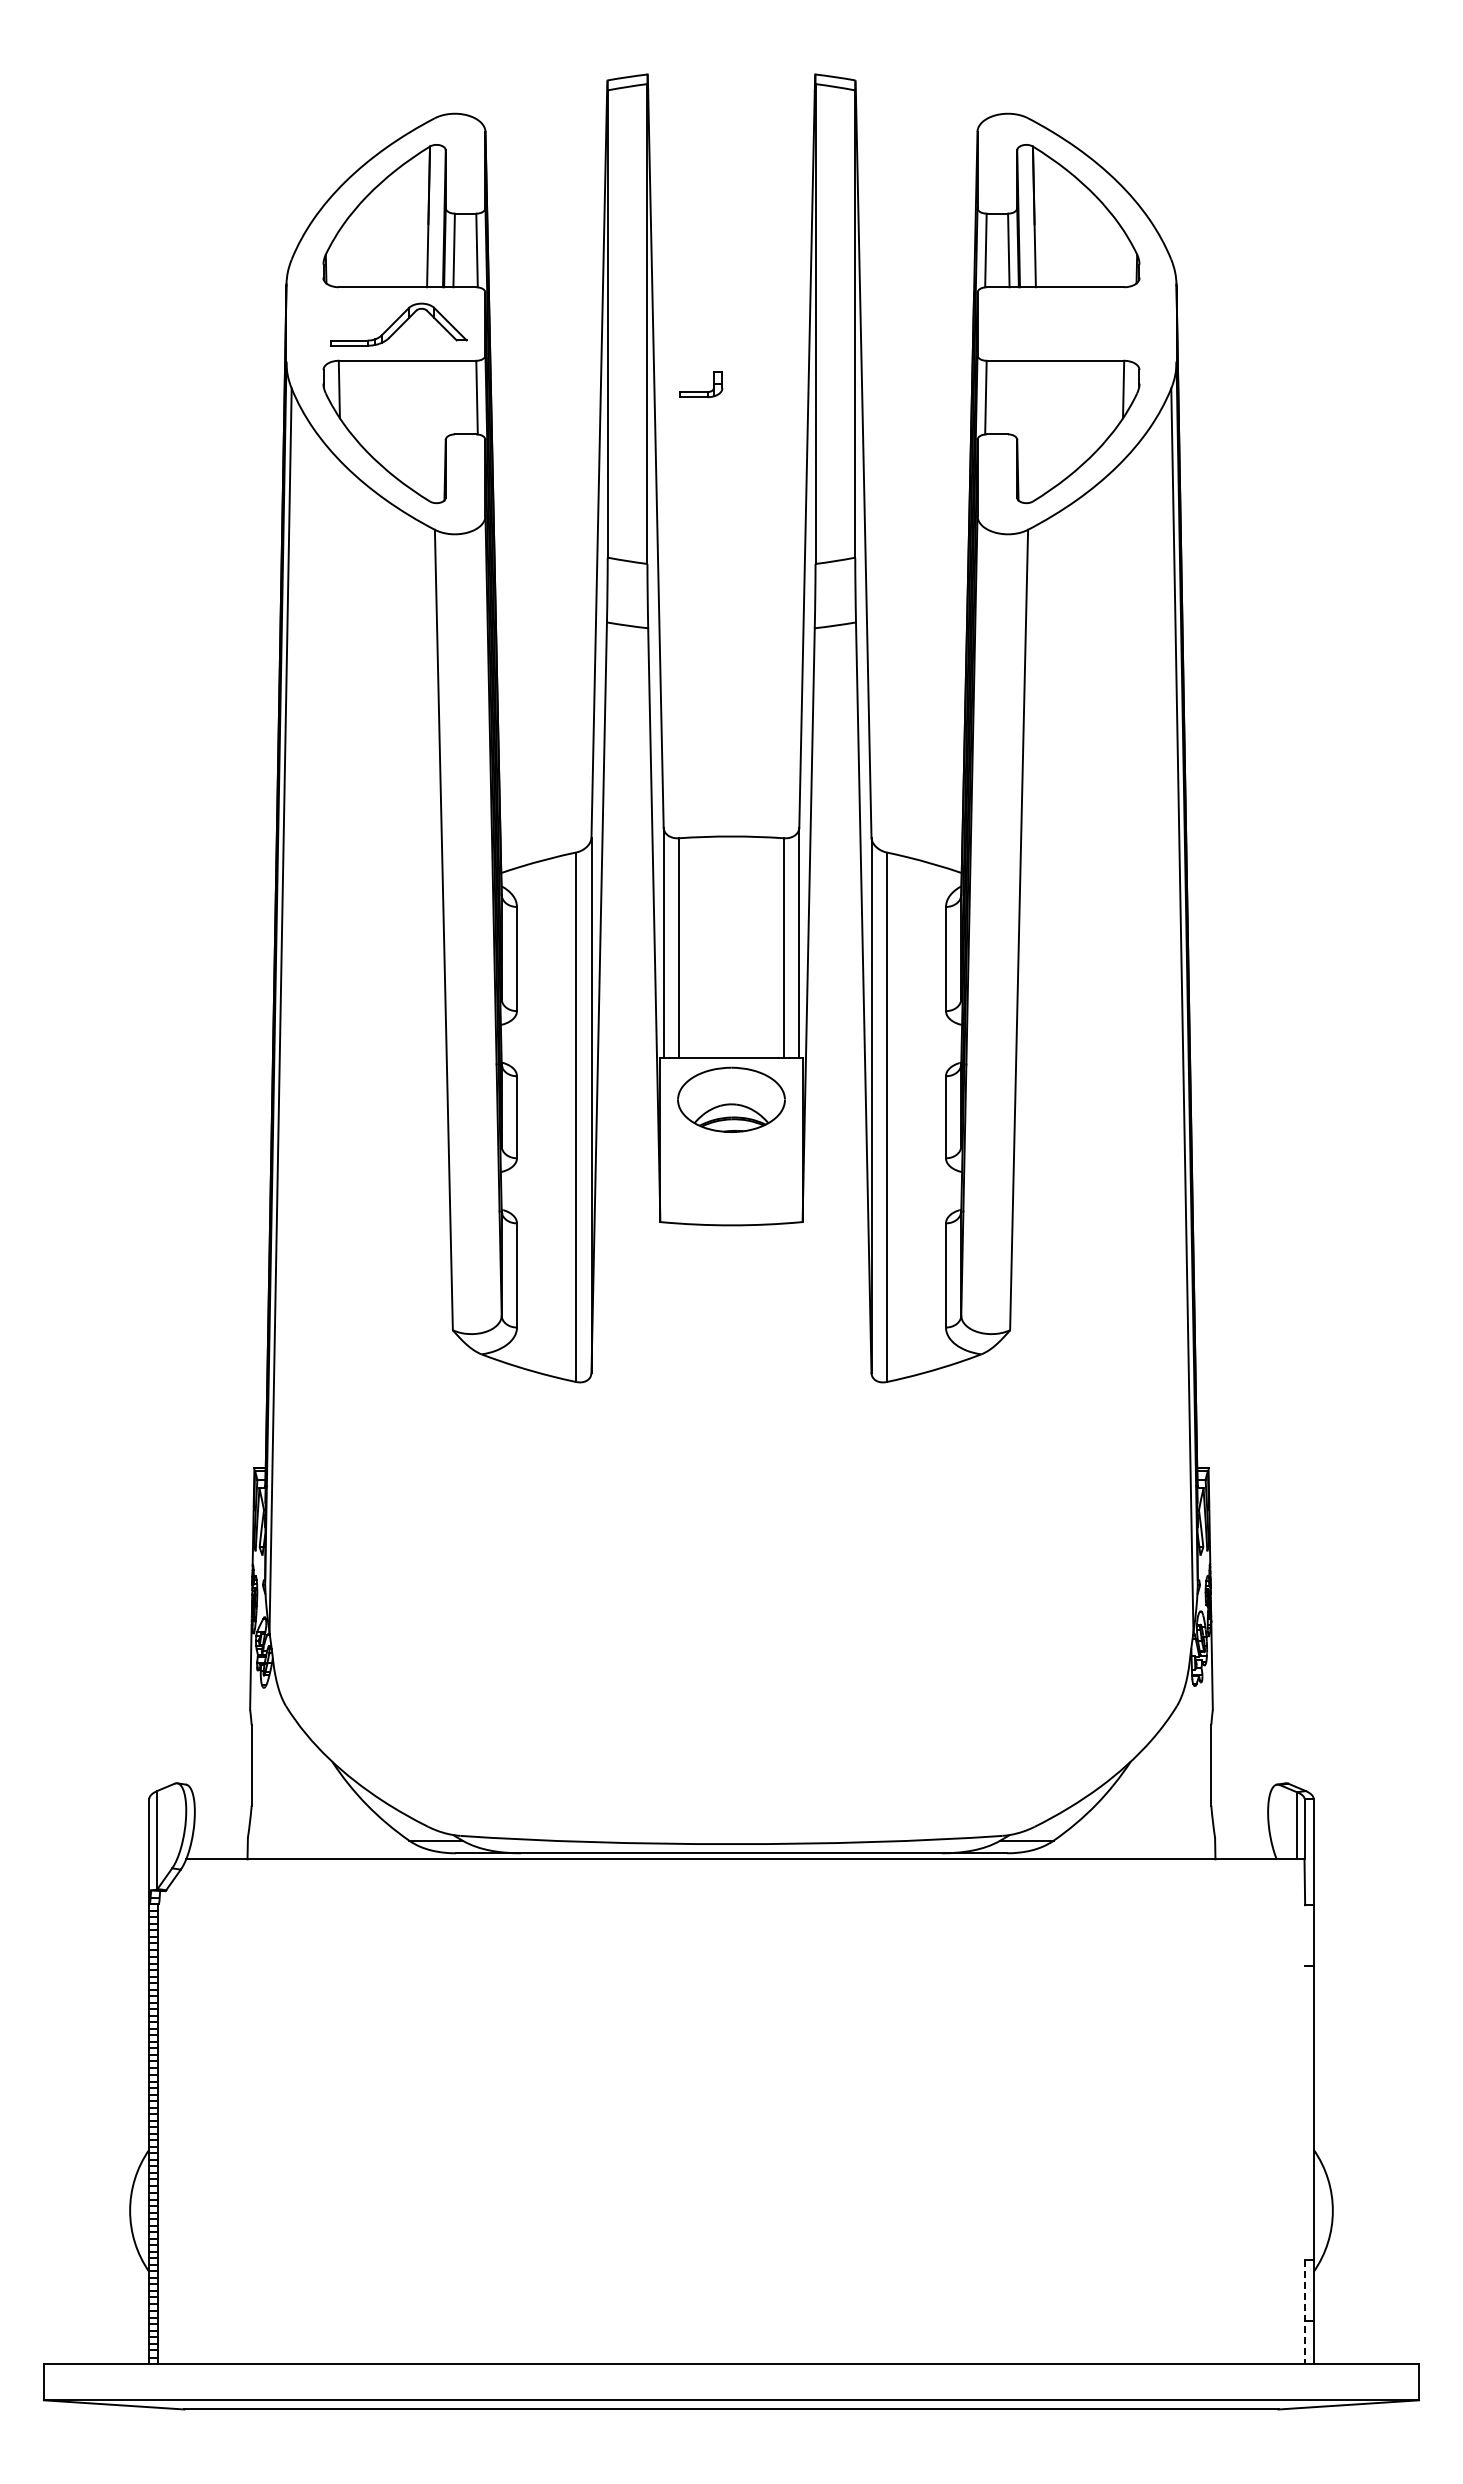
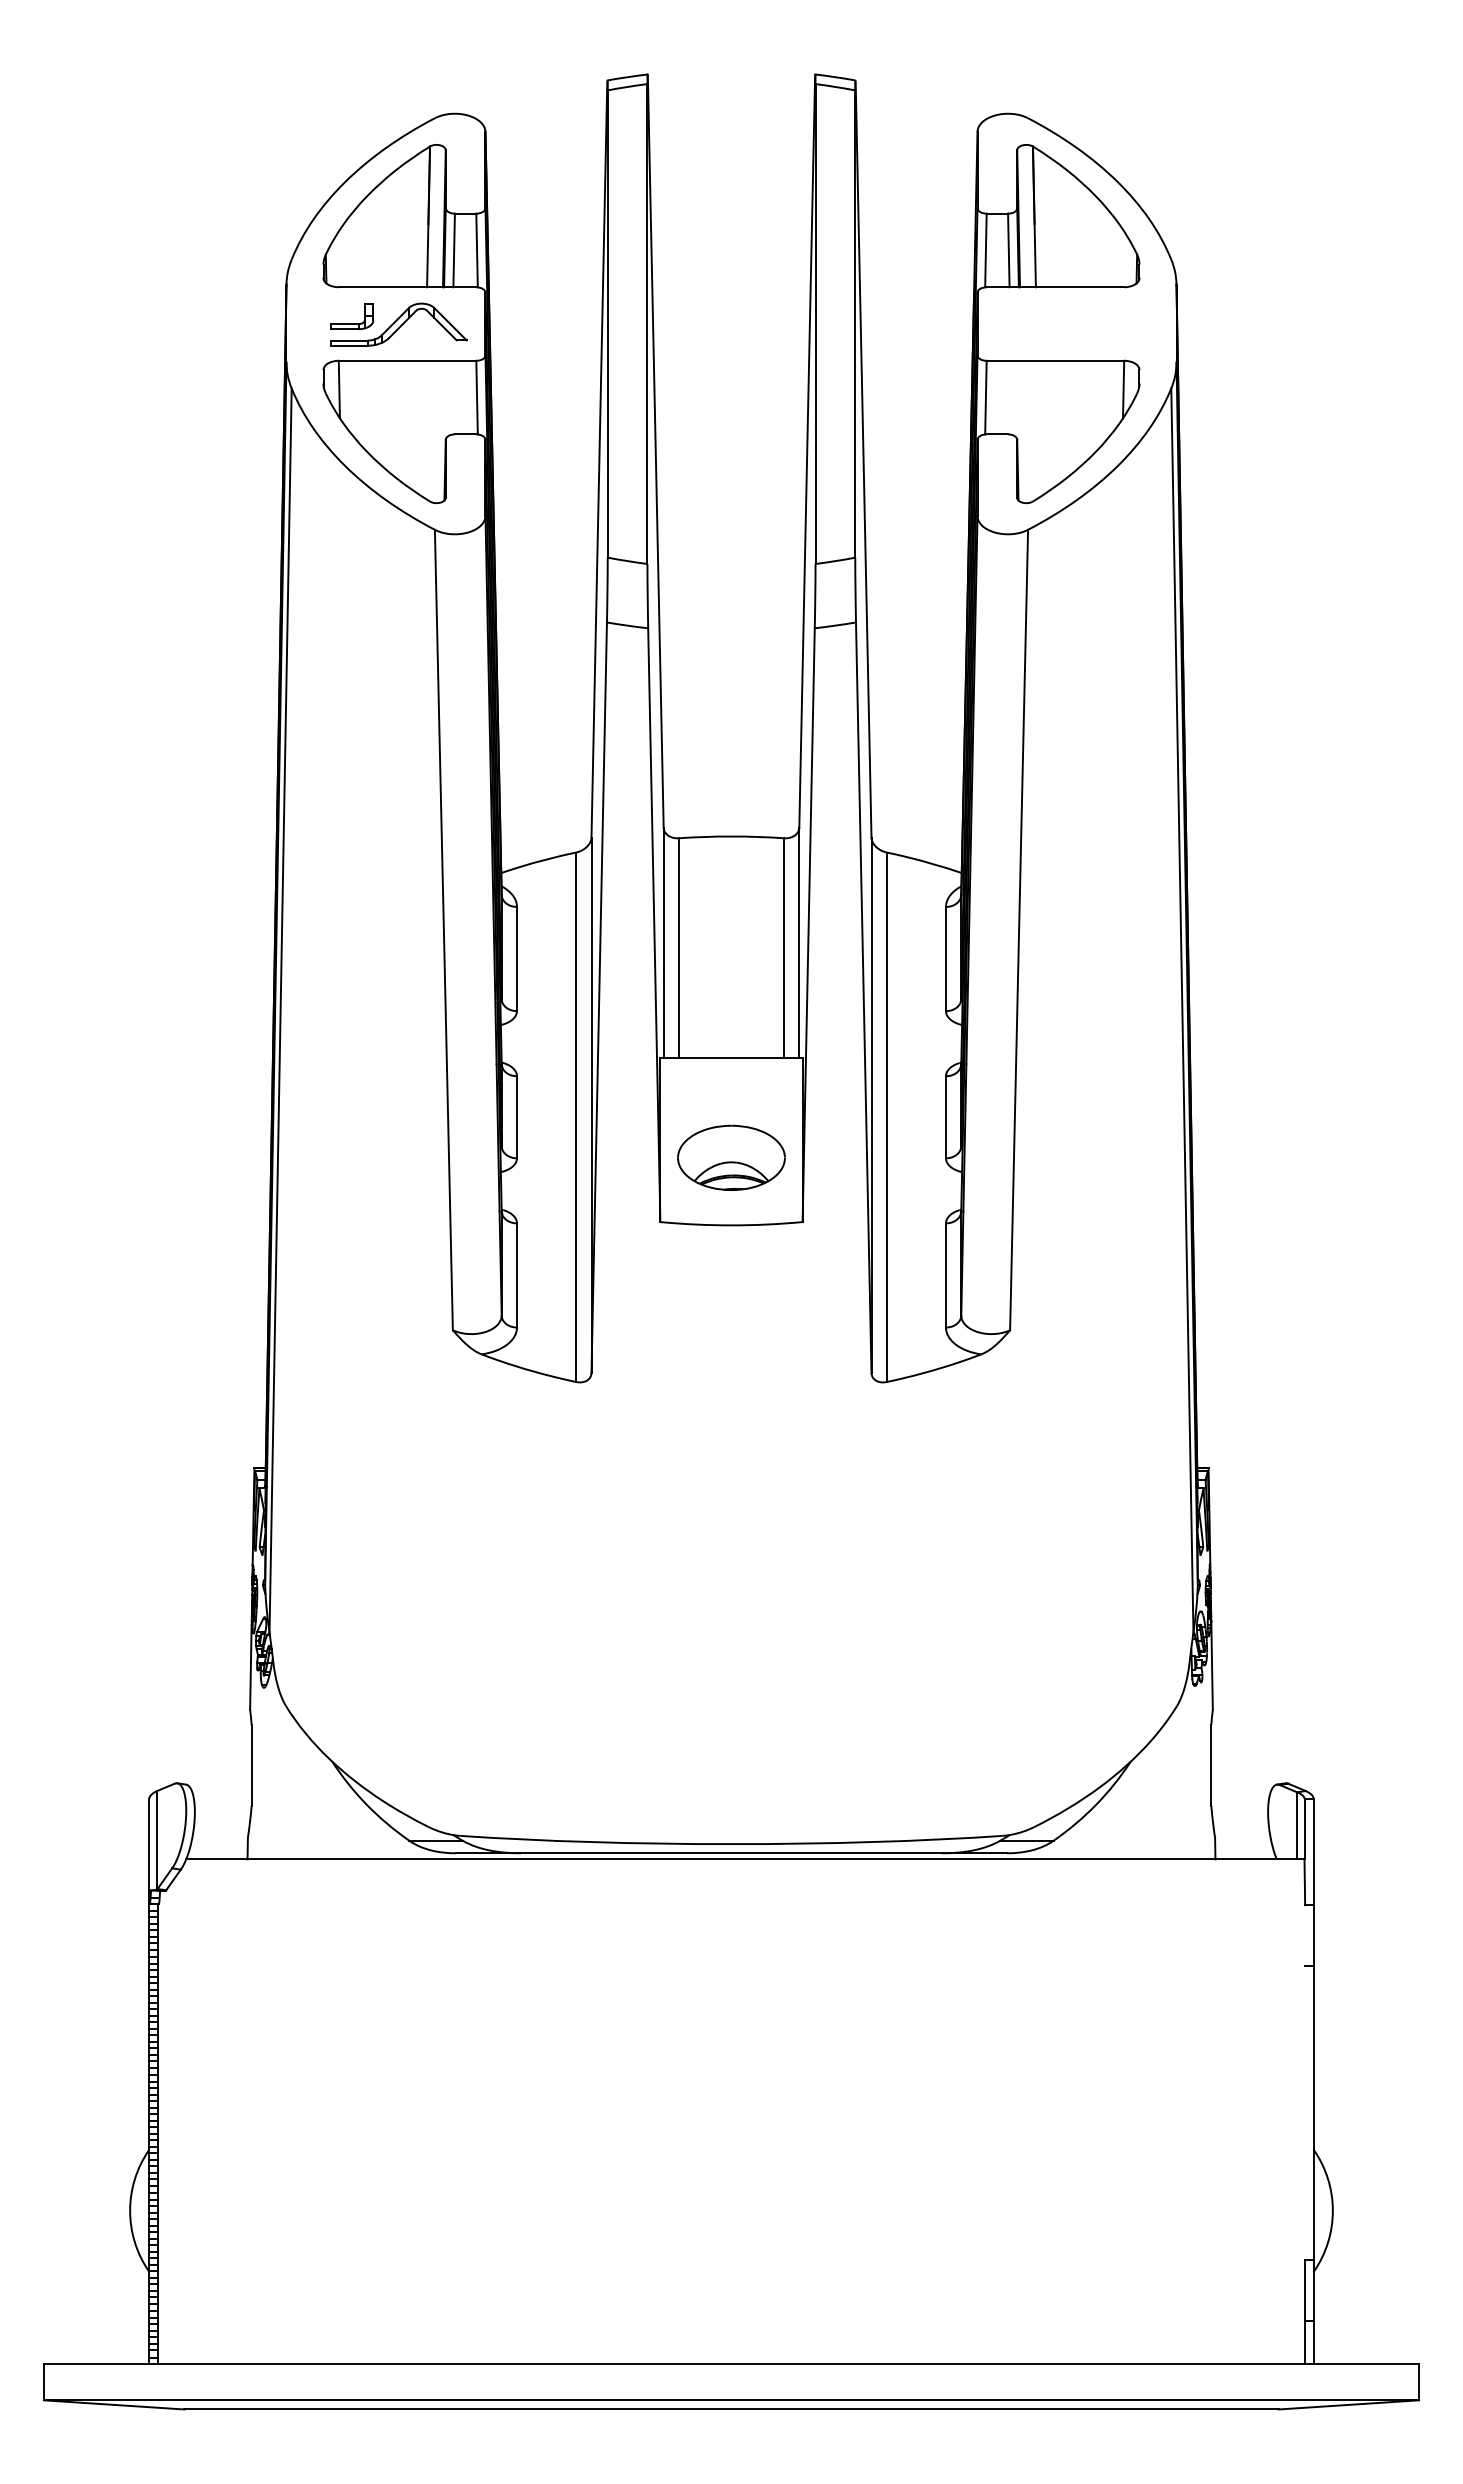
part at (701, 391) position: (701, 391) -> (352, 323)
part at (731, 1099) position: (731, 1099) -> (731, 1157)
line at (1304, 2311): dashed -> solid
